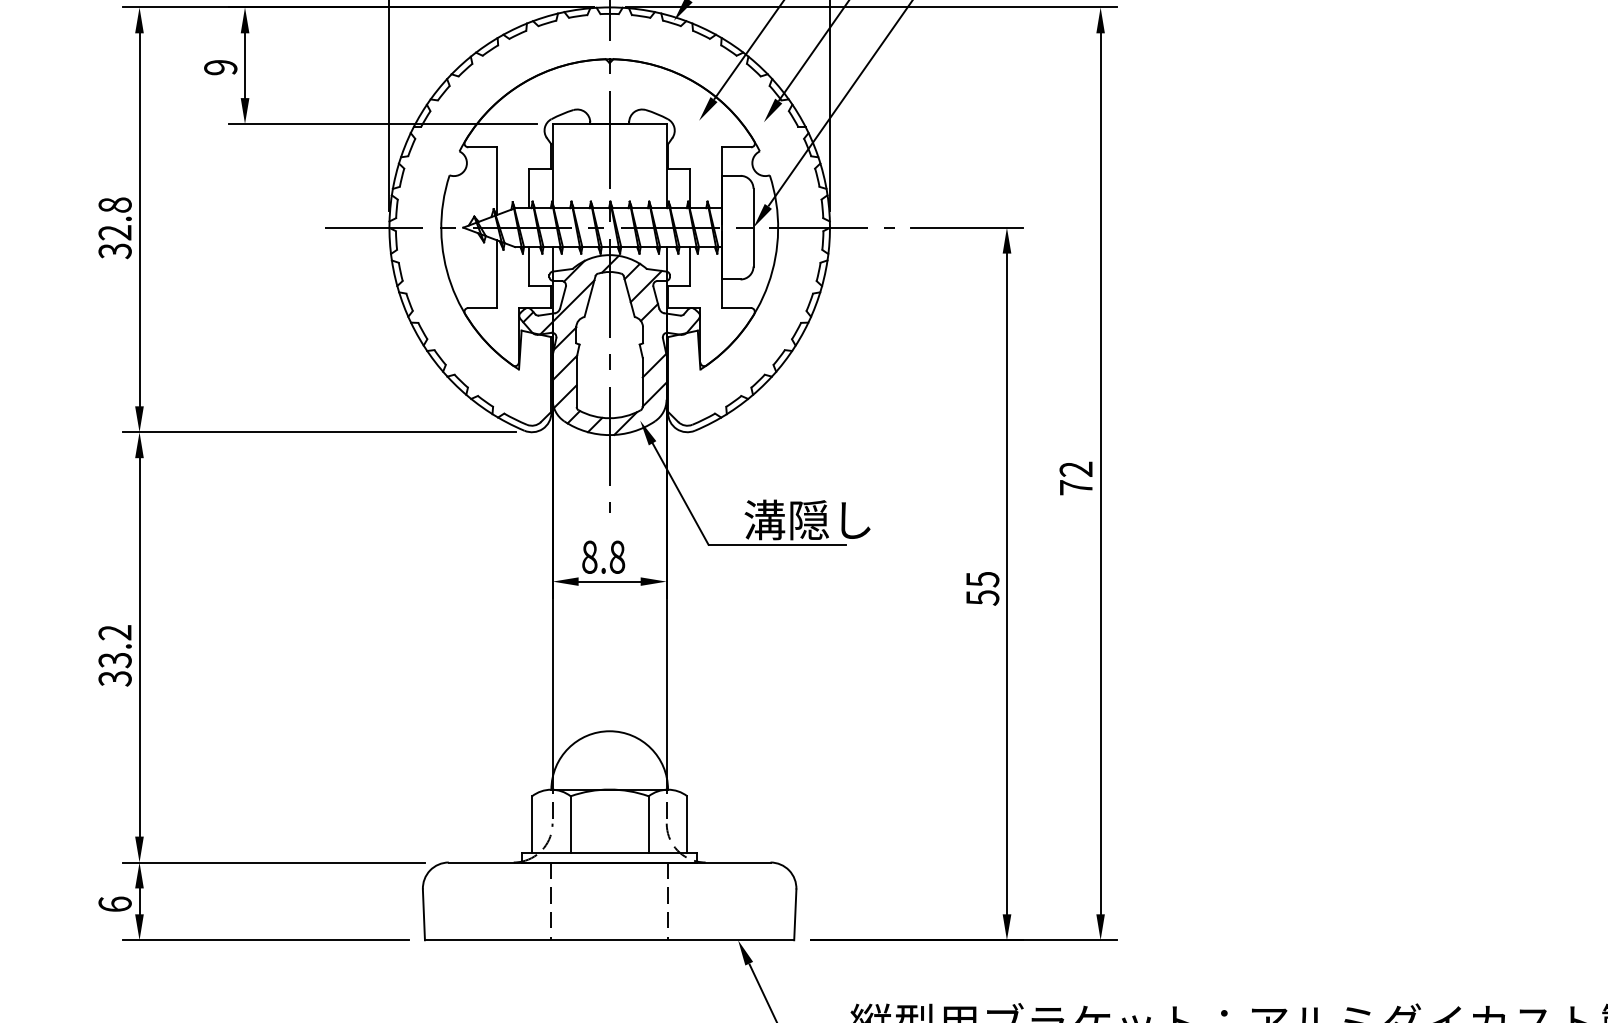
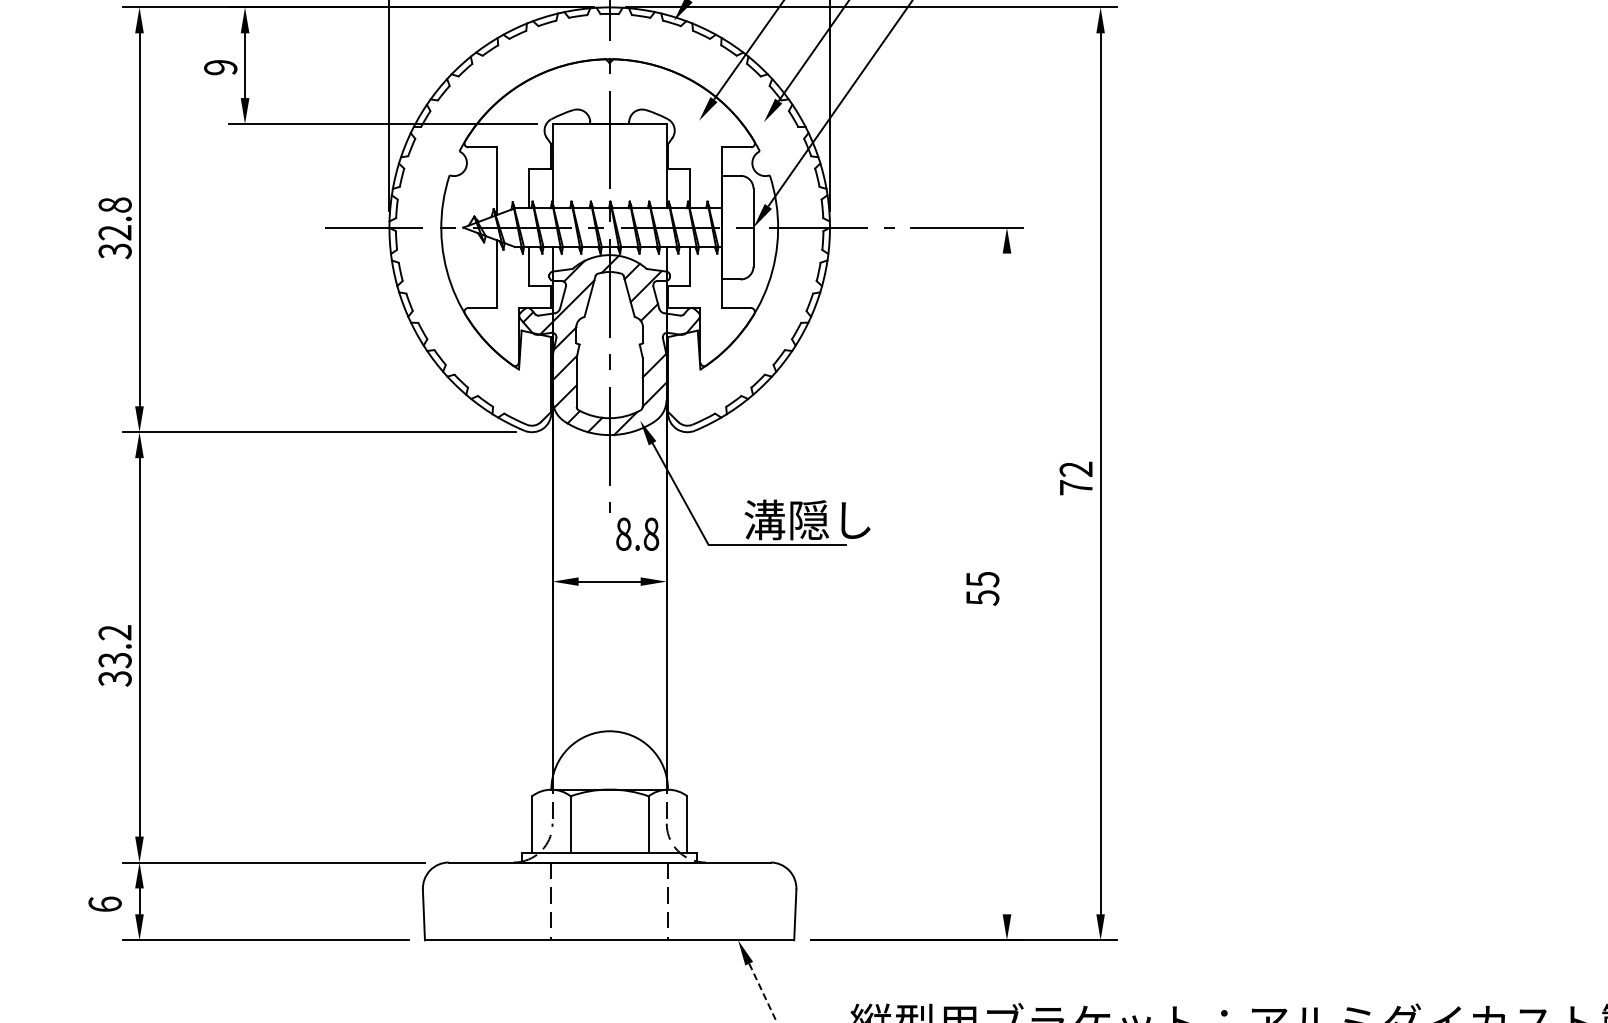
text at (603, 556) position: (603, 556) -> (637, 533)
line at (1006, 583): present -> none
text at (114, 903) position: (114, 903) -> (104, 903)
line at (763, 993): solid -> dashed
